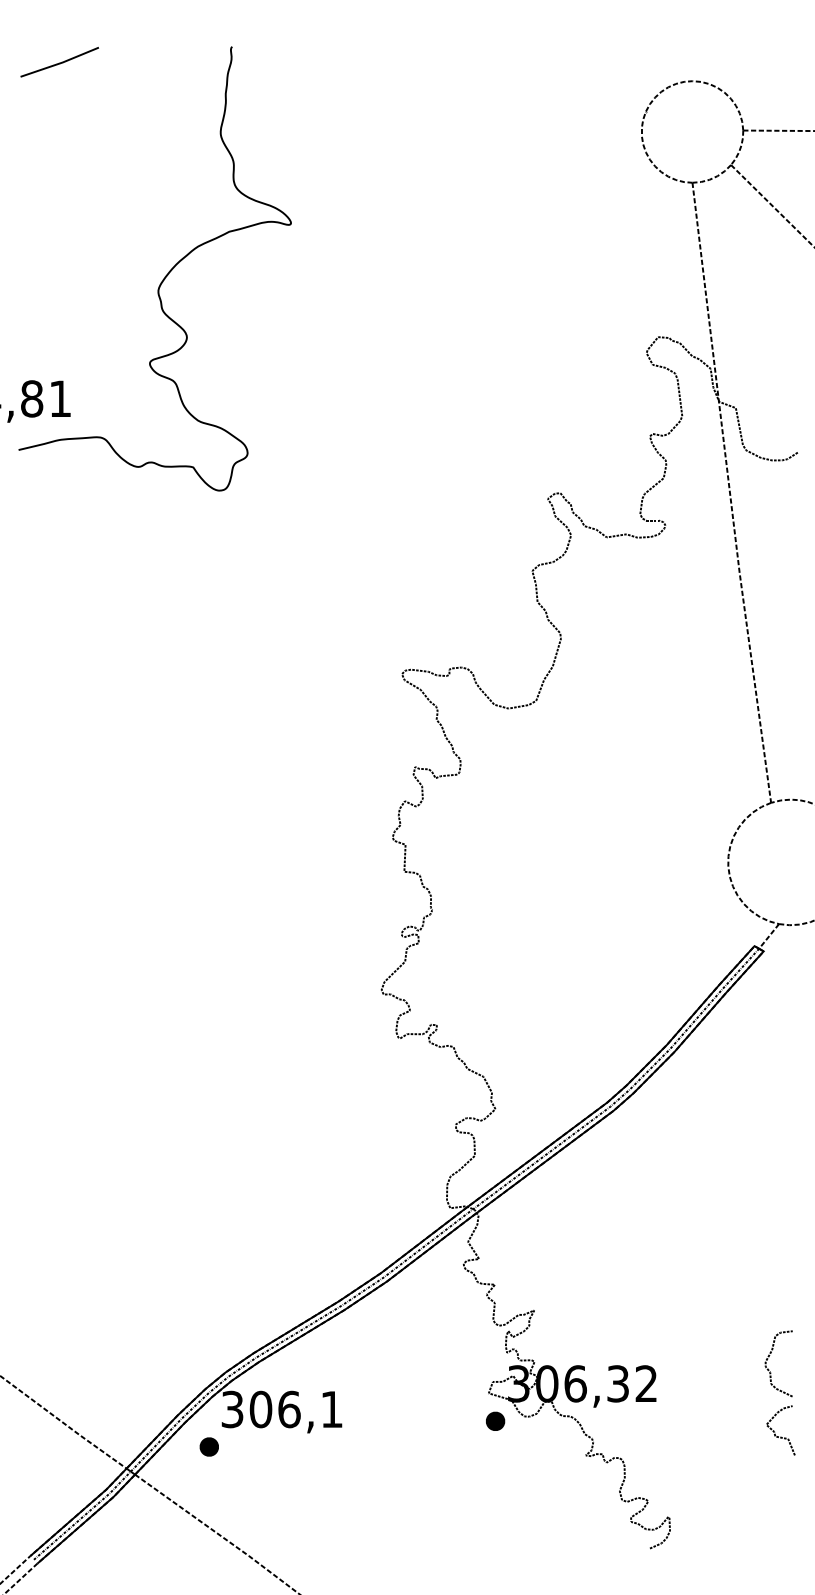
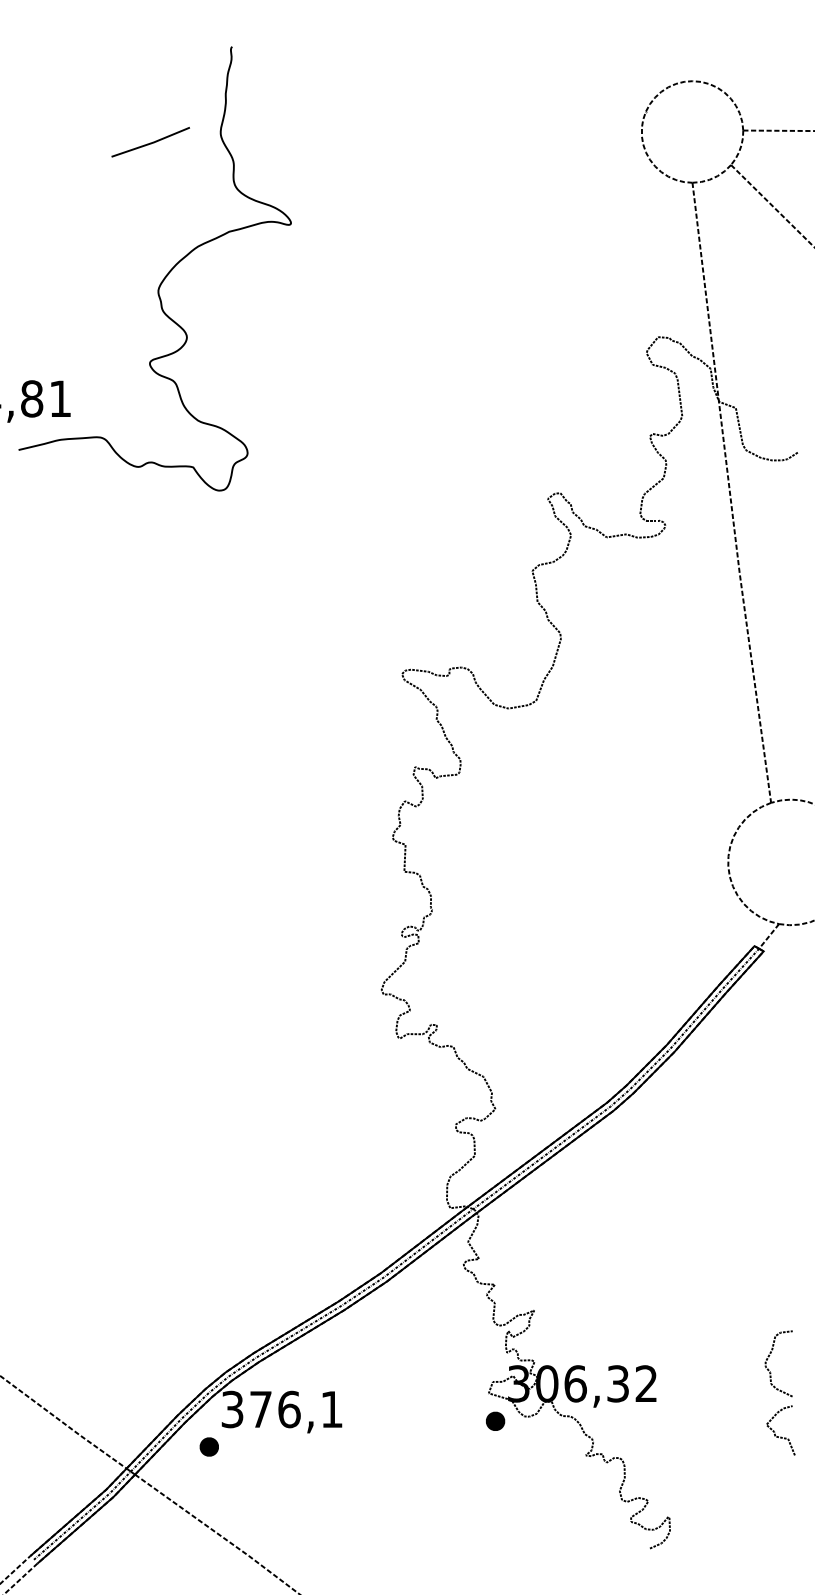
line at (59, 62) position: (59, 62) -> (150, 142)
text at (260, 1409): 306,1 -> 376,1
